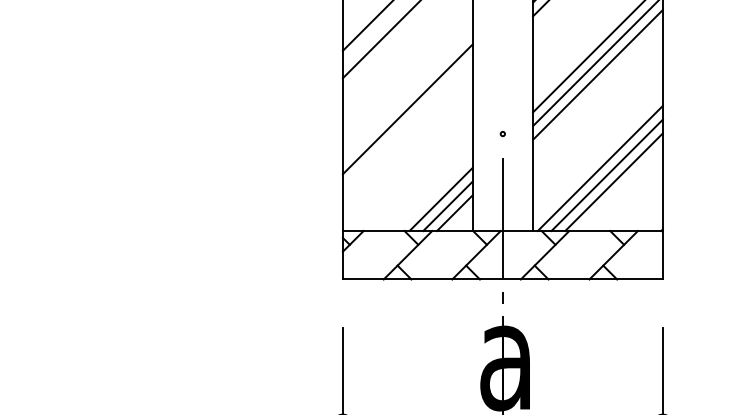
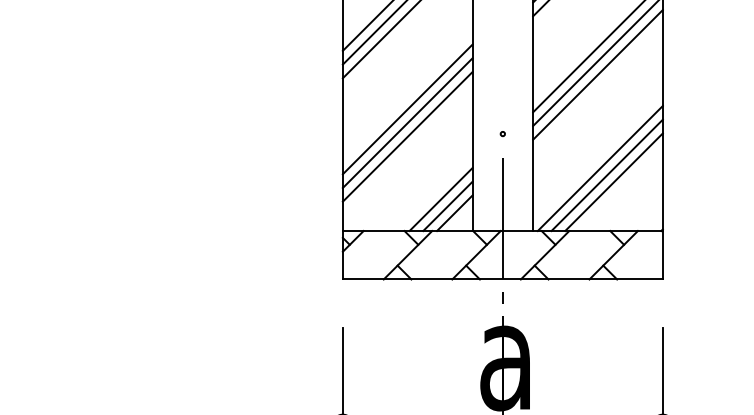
line at (373, 33): none -> present
line at (407, 123): none -> present
line at (407, 136): none -> present
